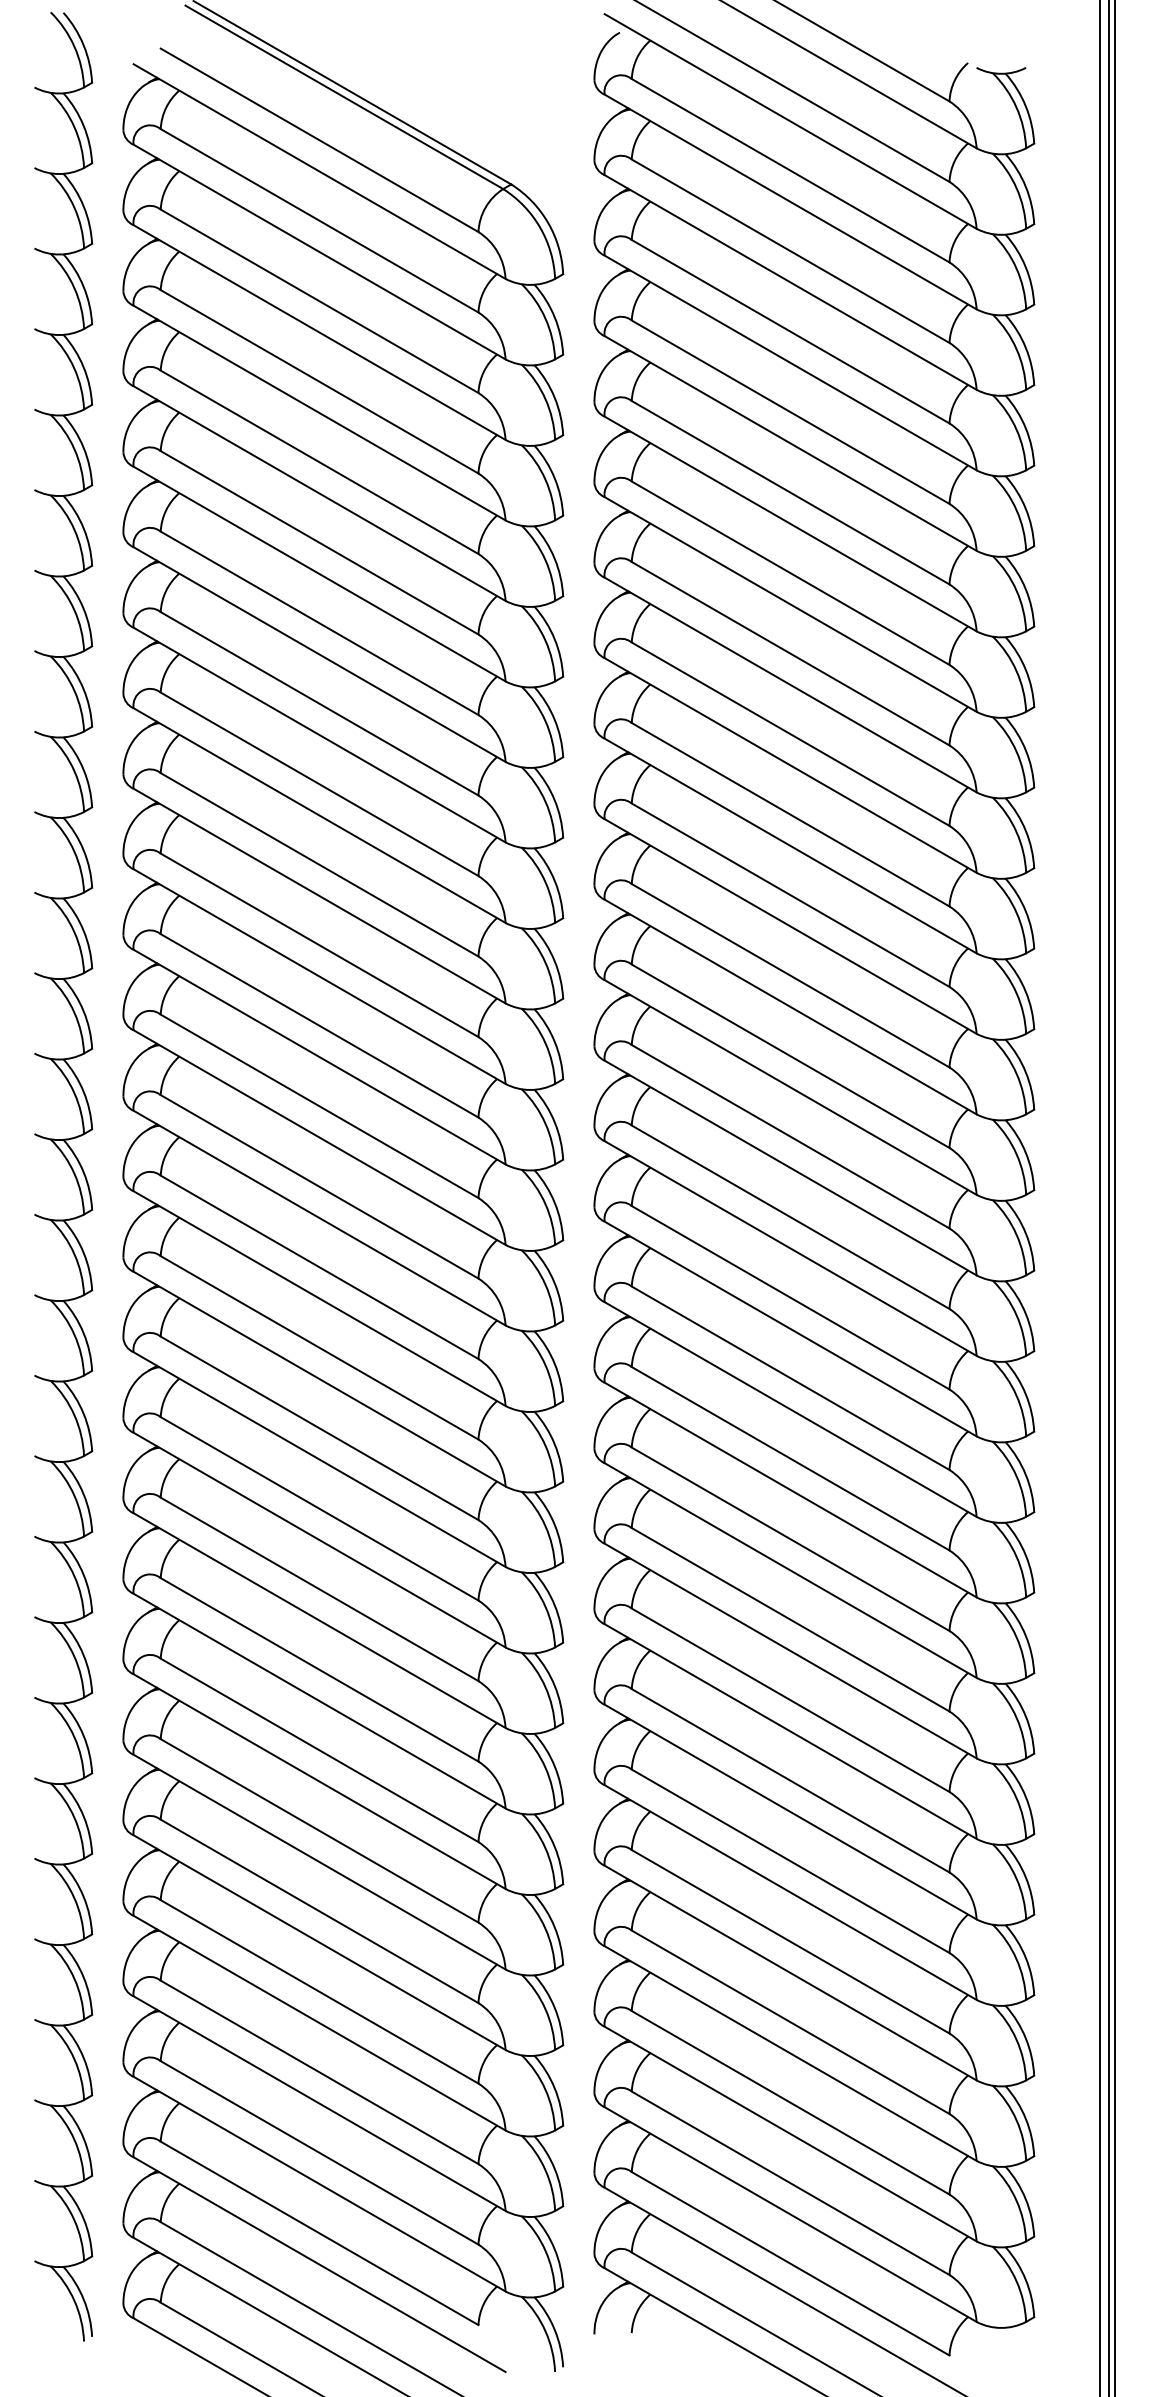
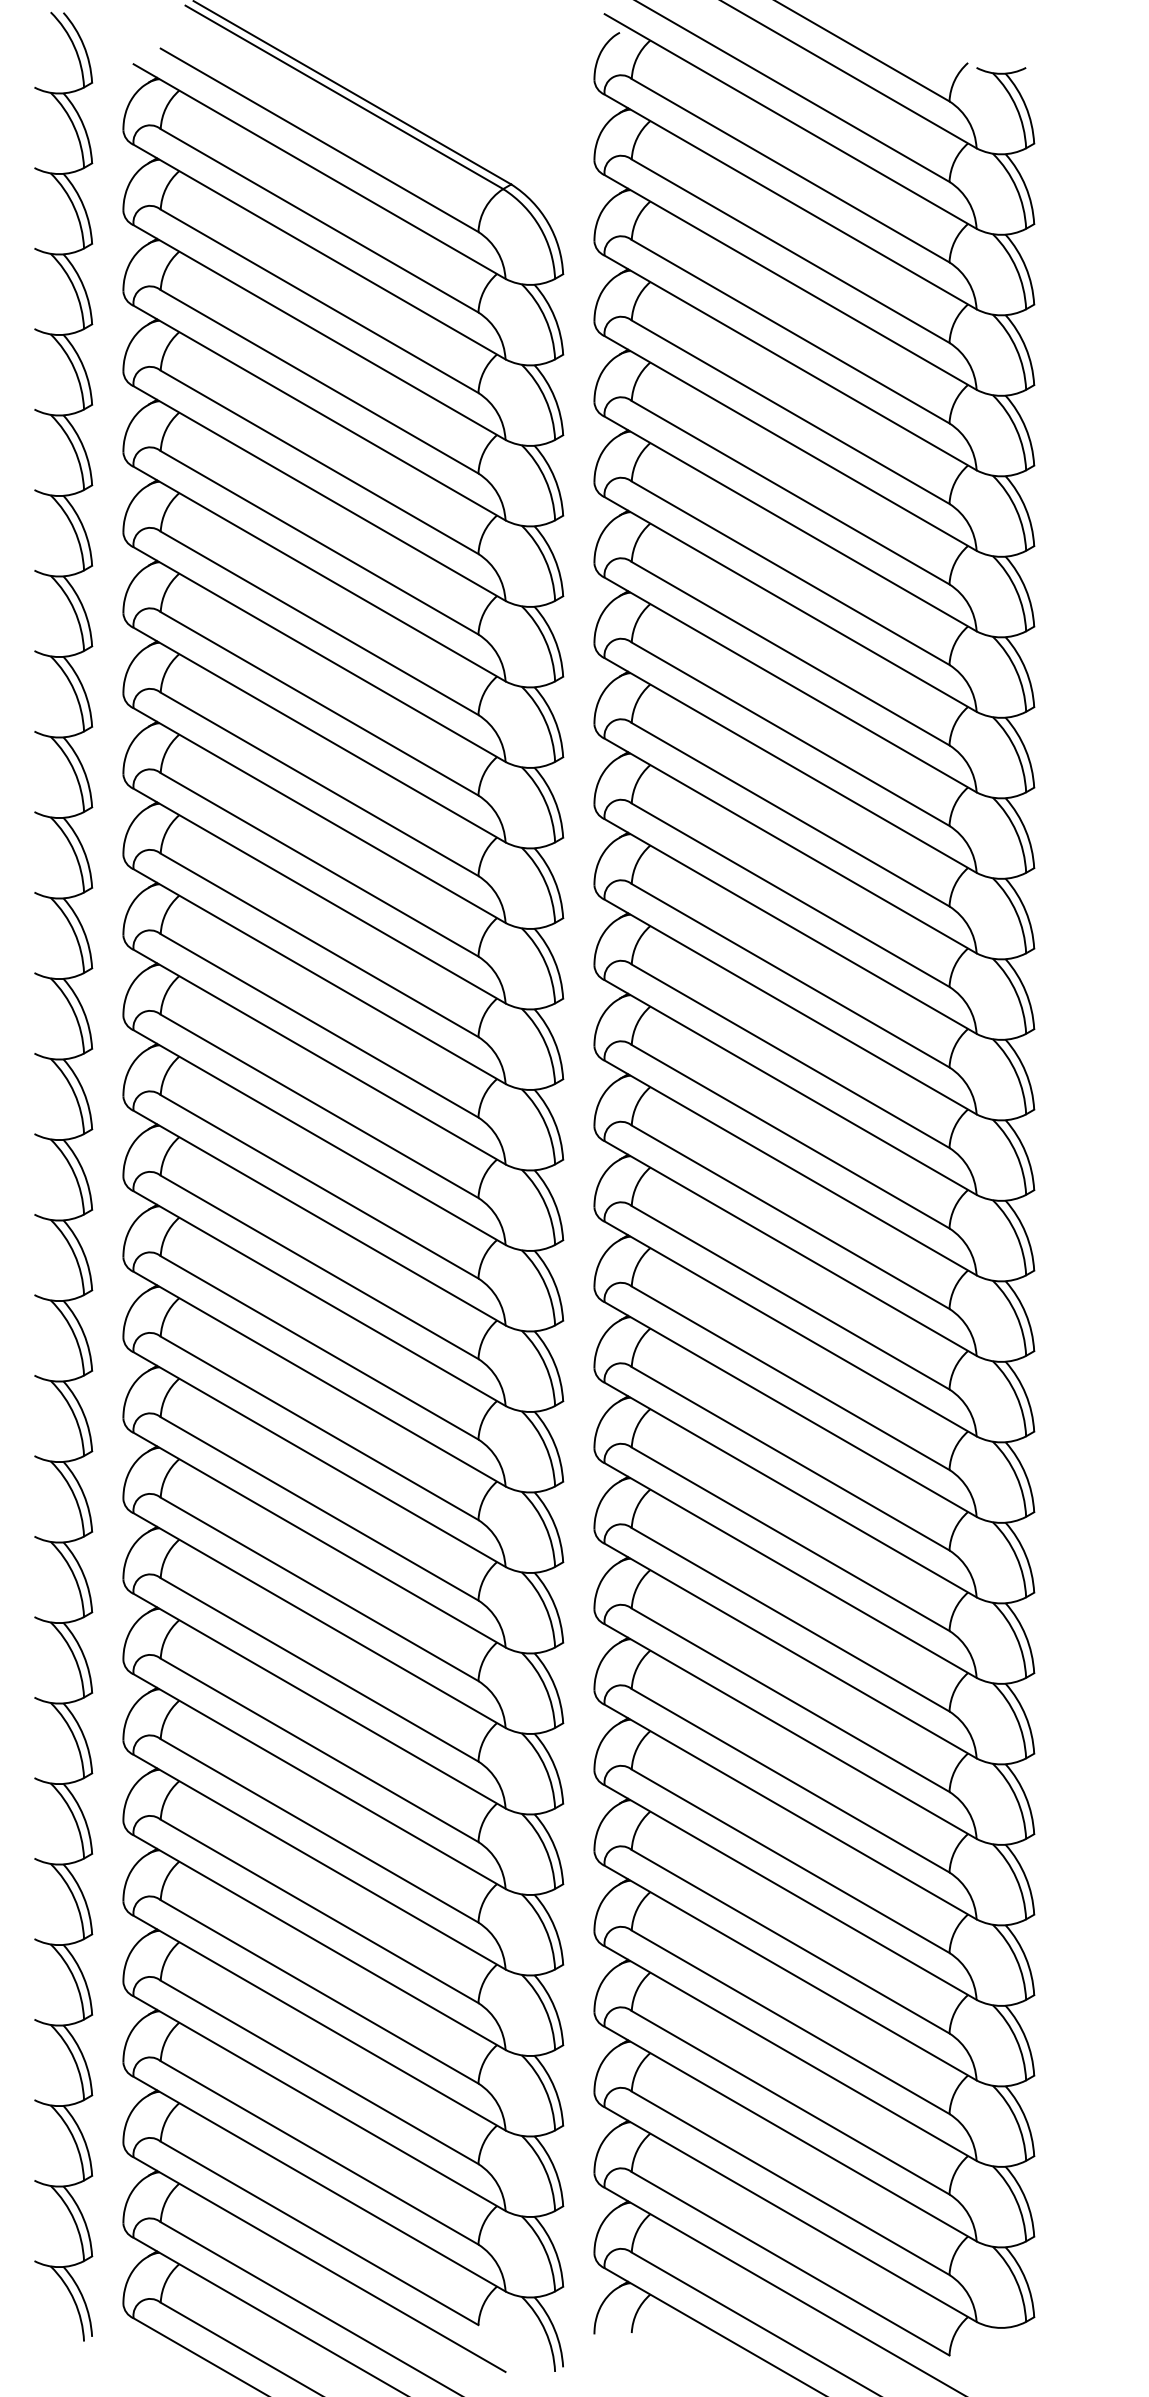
line at (1099, 1197): present -> none
line at (1108, 1197): present -> none
line at (1114, 1197): present -> none
